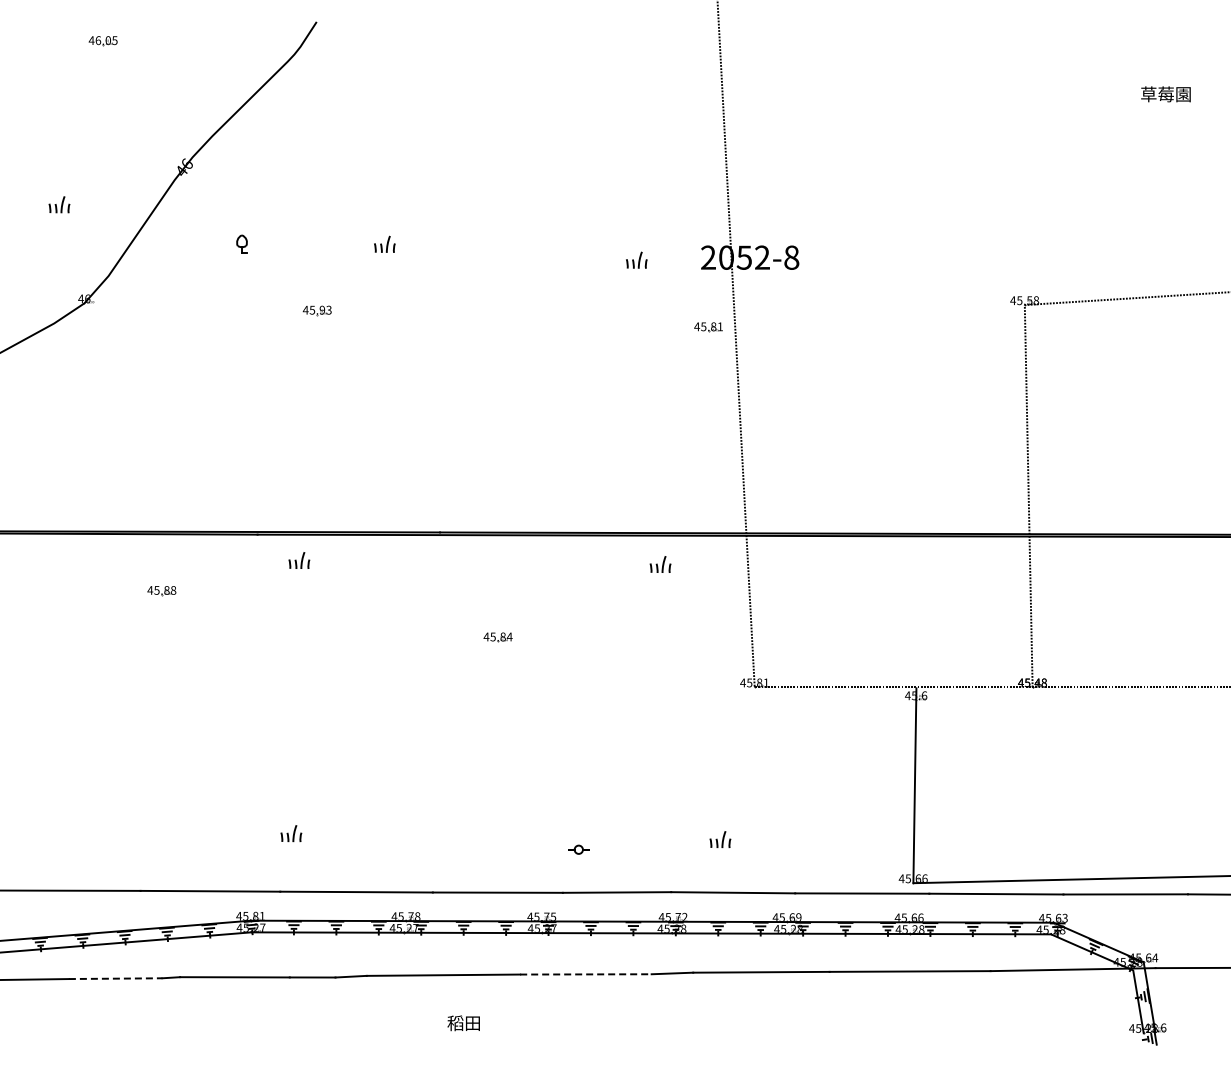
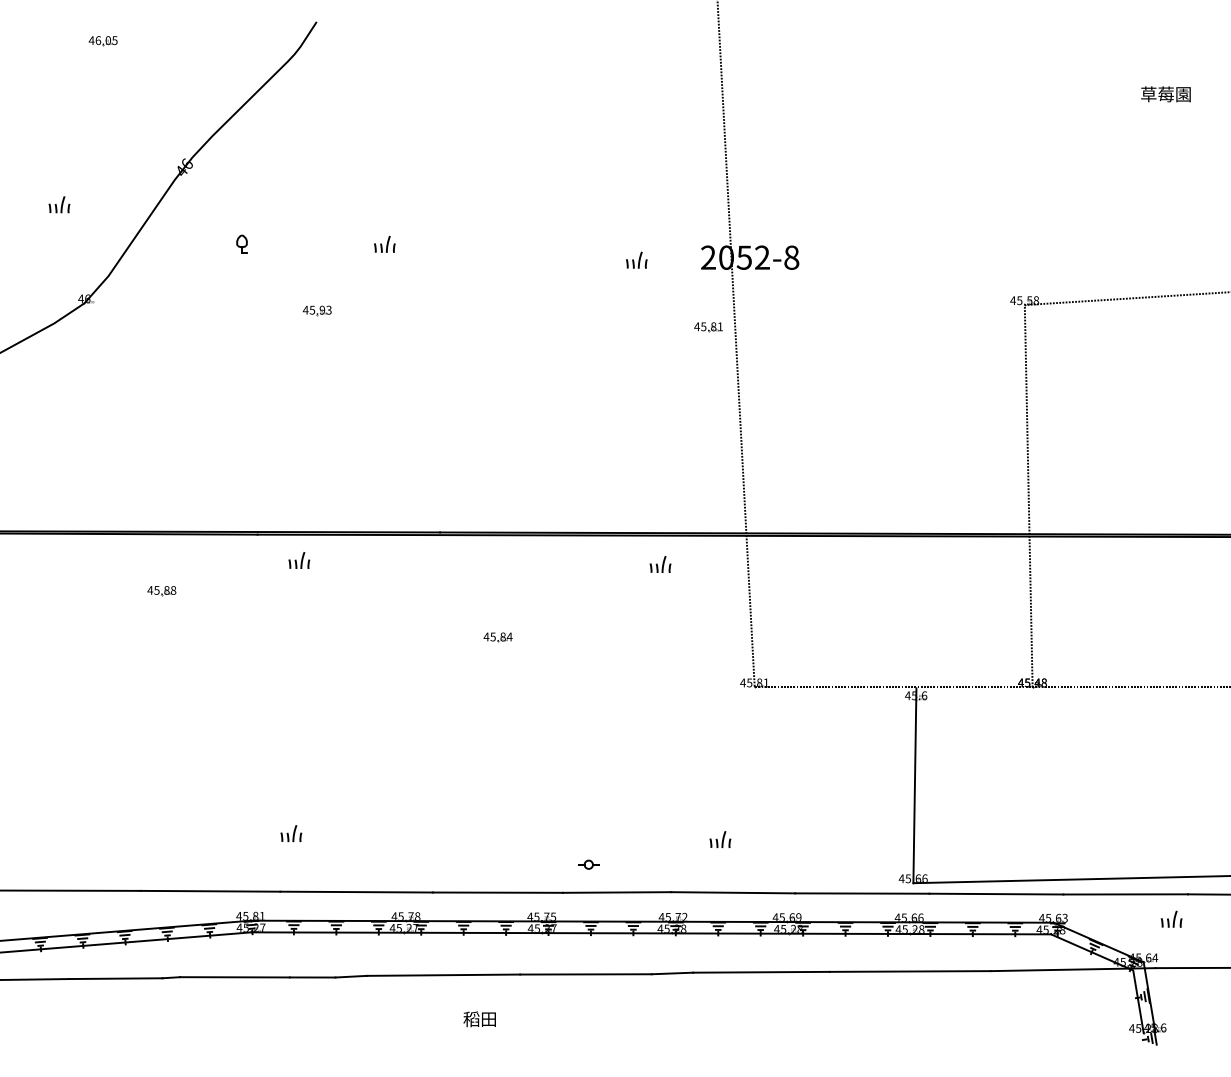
part at (578, 849) position: (578, 849) -> (588, 864)
part at (1171, 918): none -> present
line at (585, 974): dashed -> solid
line at (115, 978): dashed -> solid
text at (463, 1023) position: (463, 1023) -> (479, 1019)
